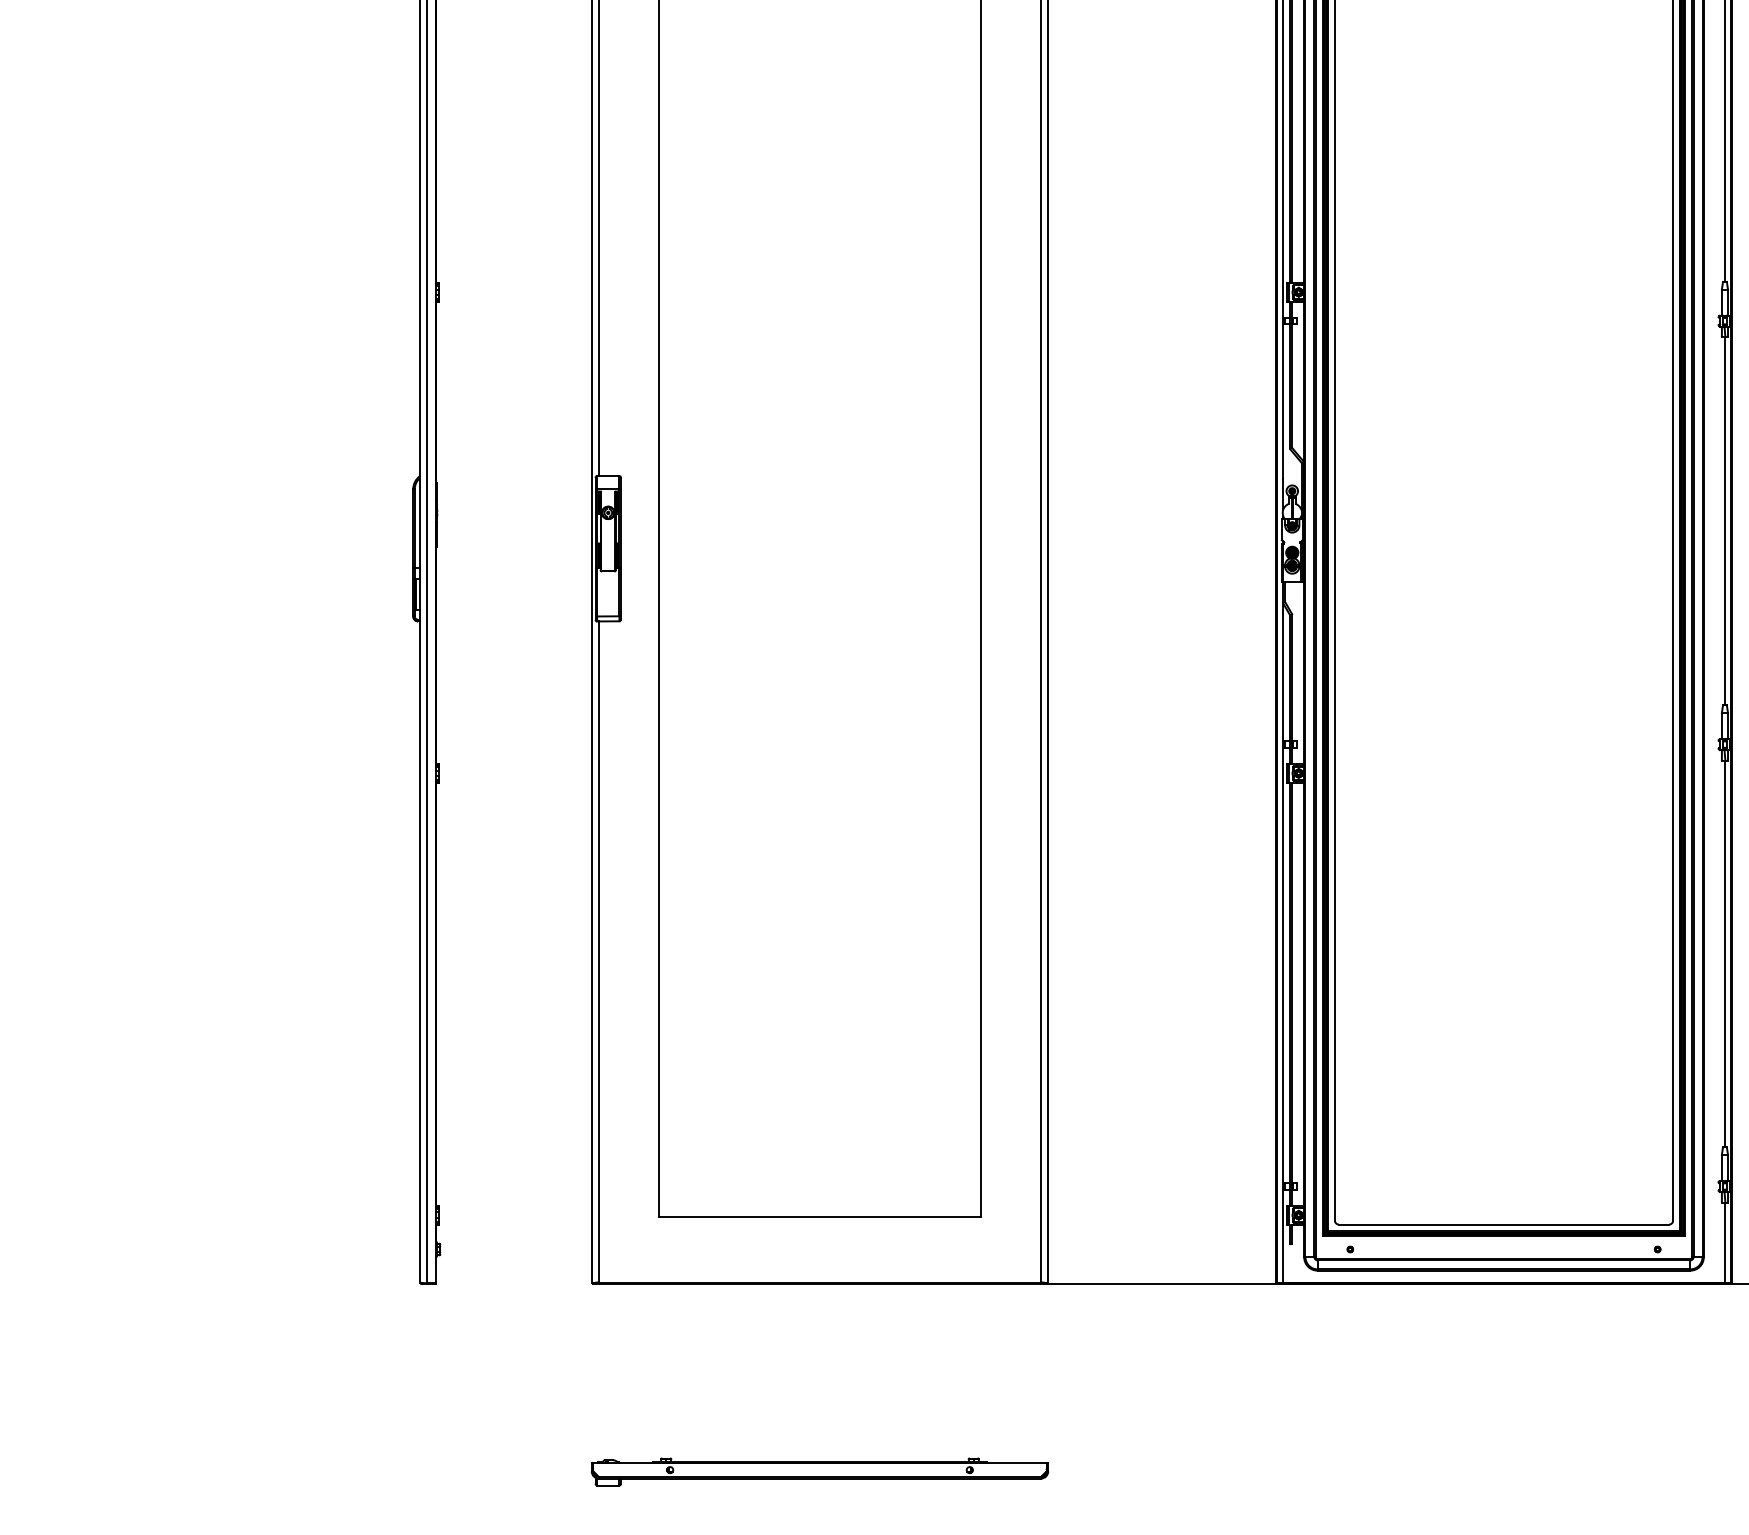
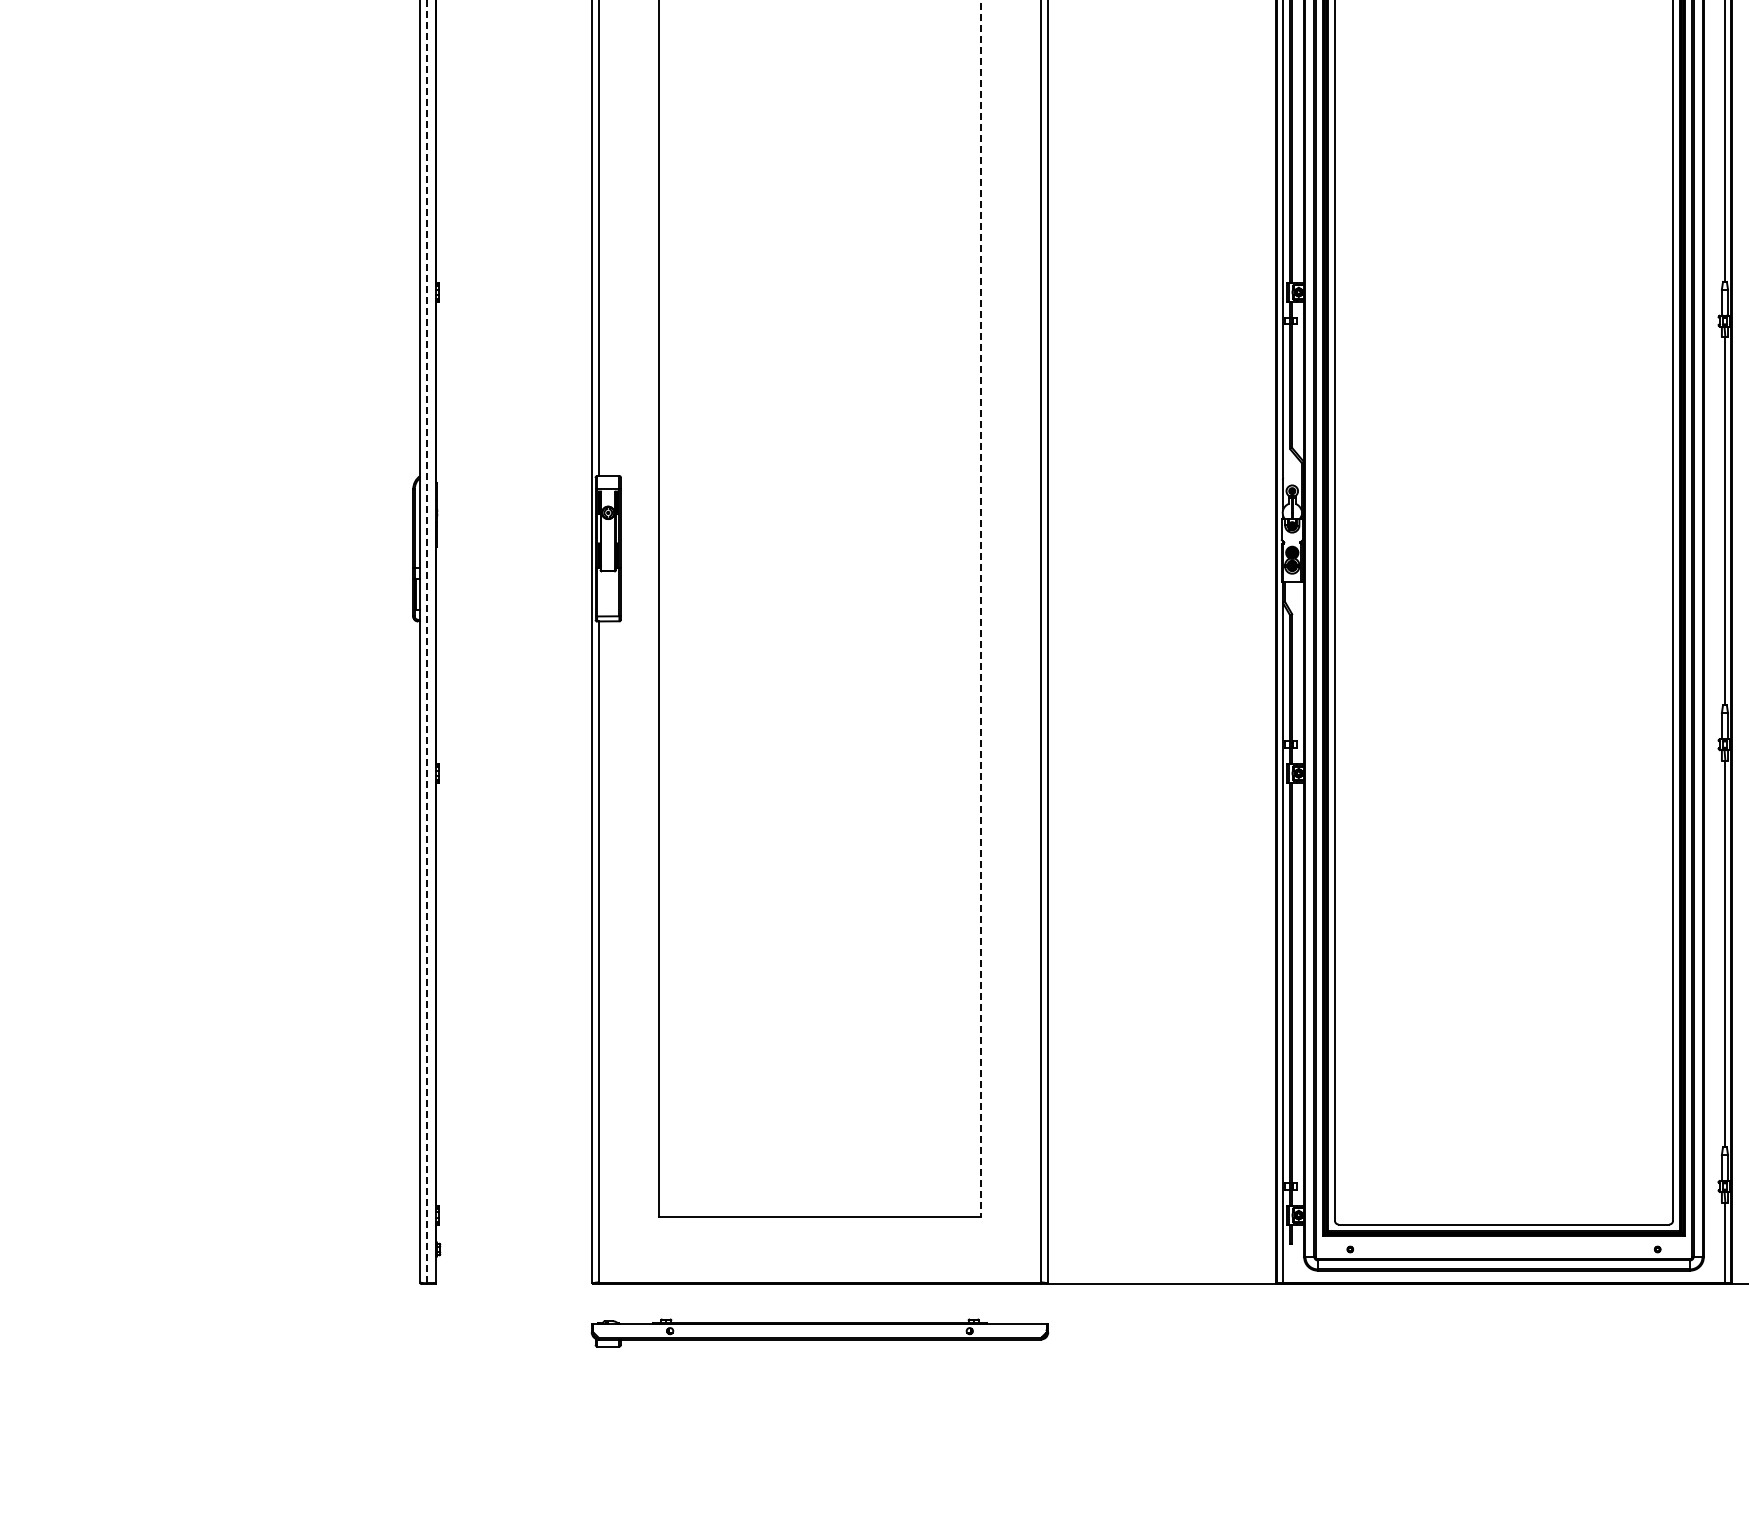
line at (981, 609): solid -> dashed
line at (427, 641): solid -> dashed
part at (819, 1471) position: (819, 1471) -> (819, 1332)
